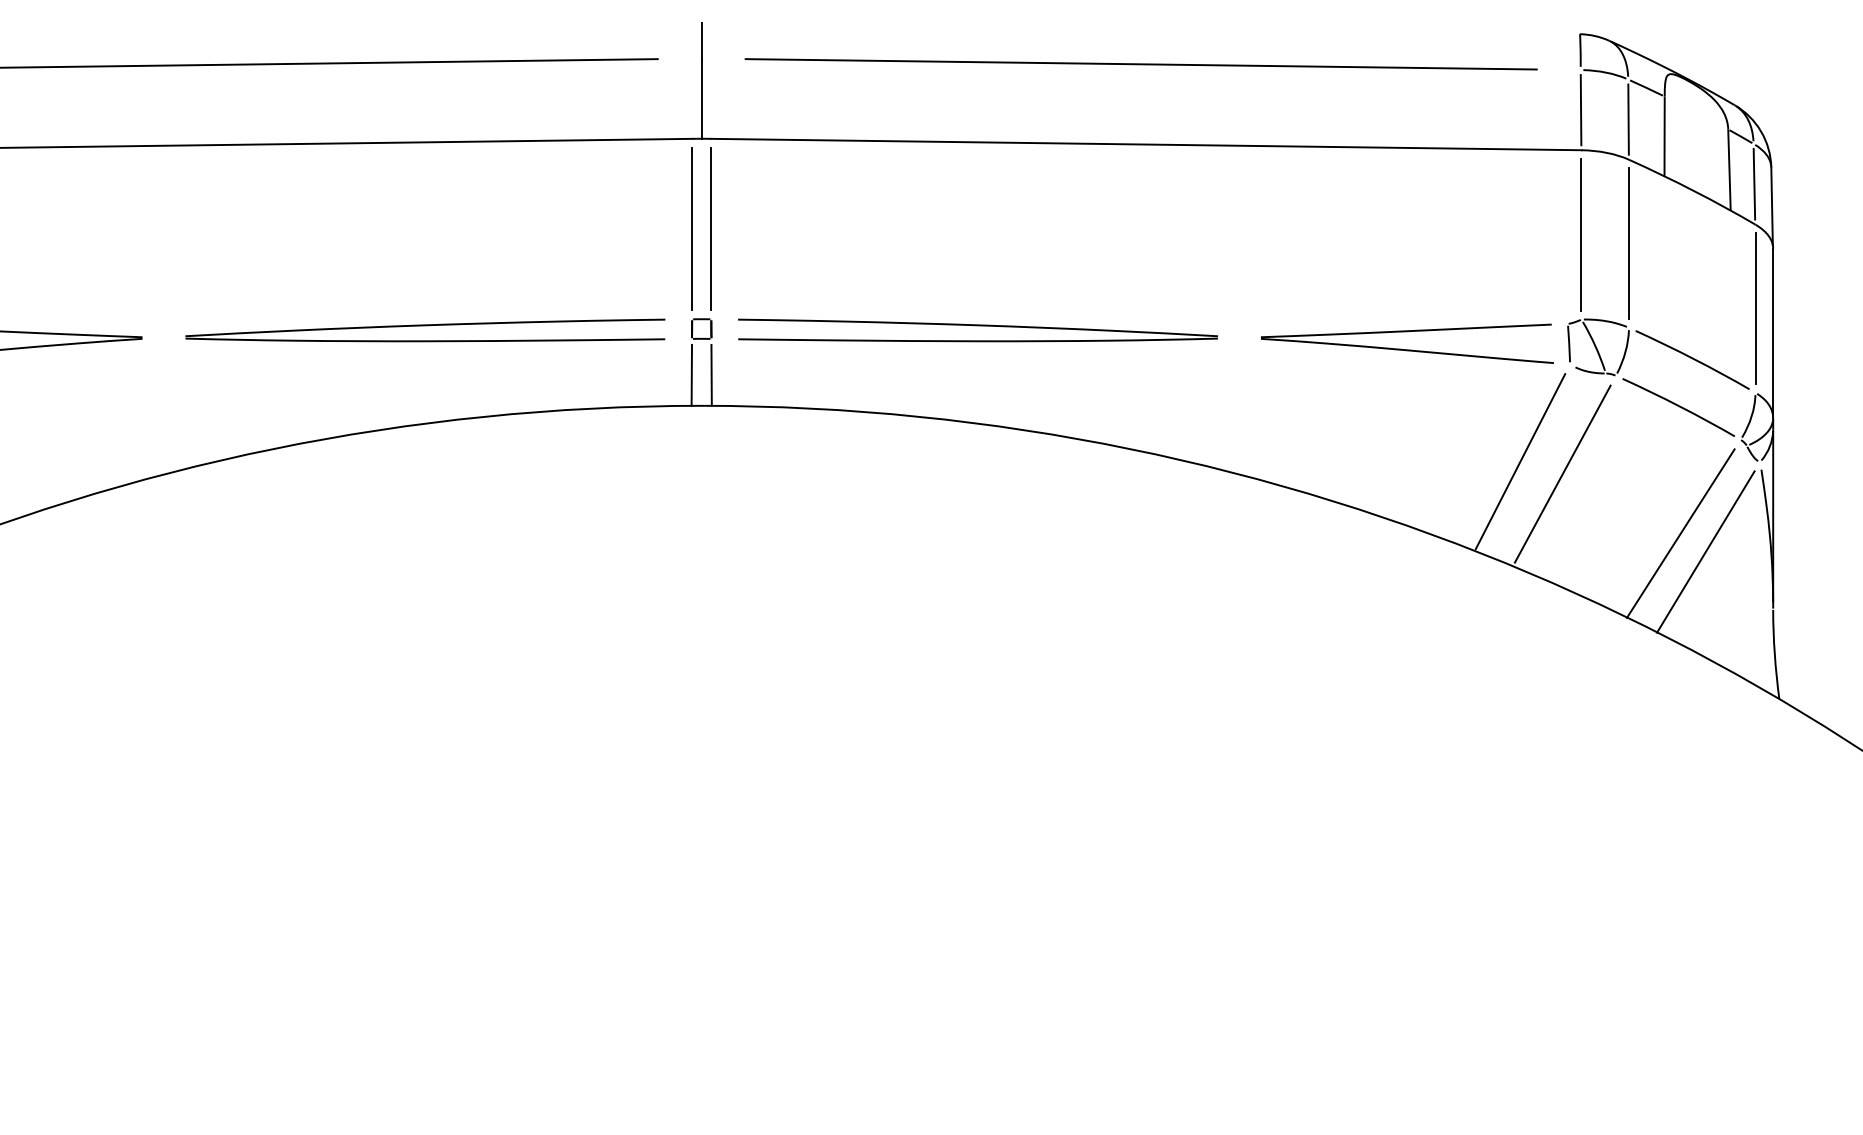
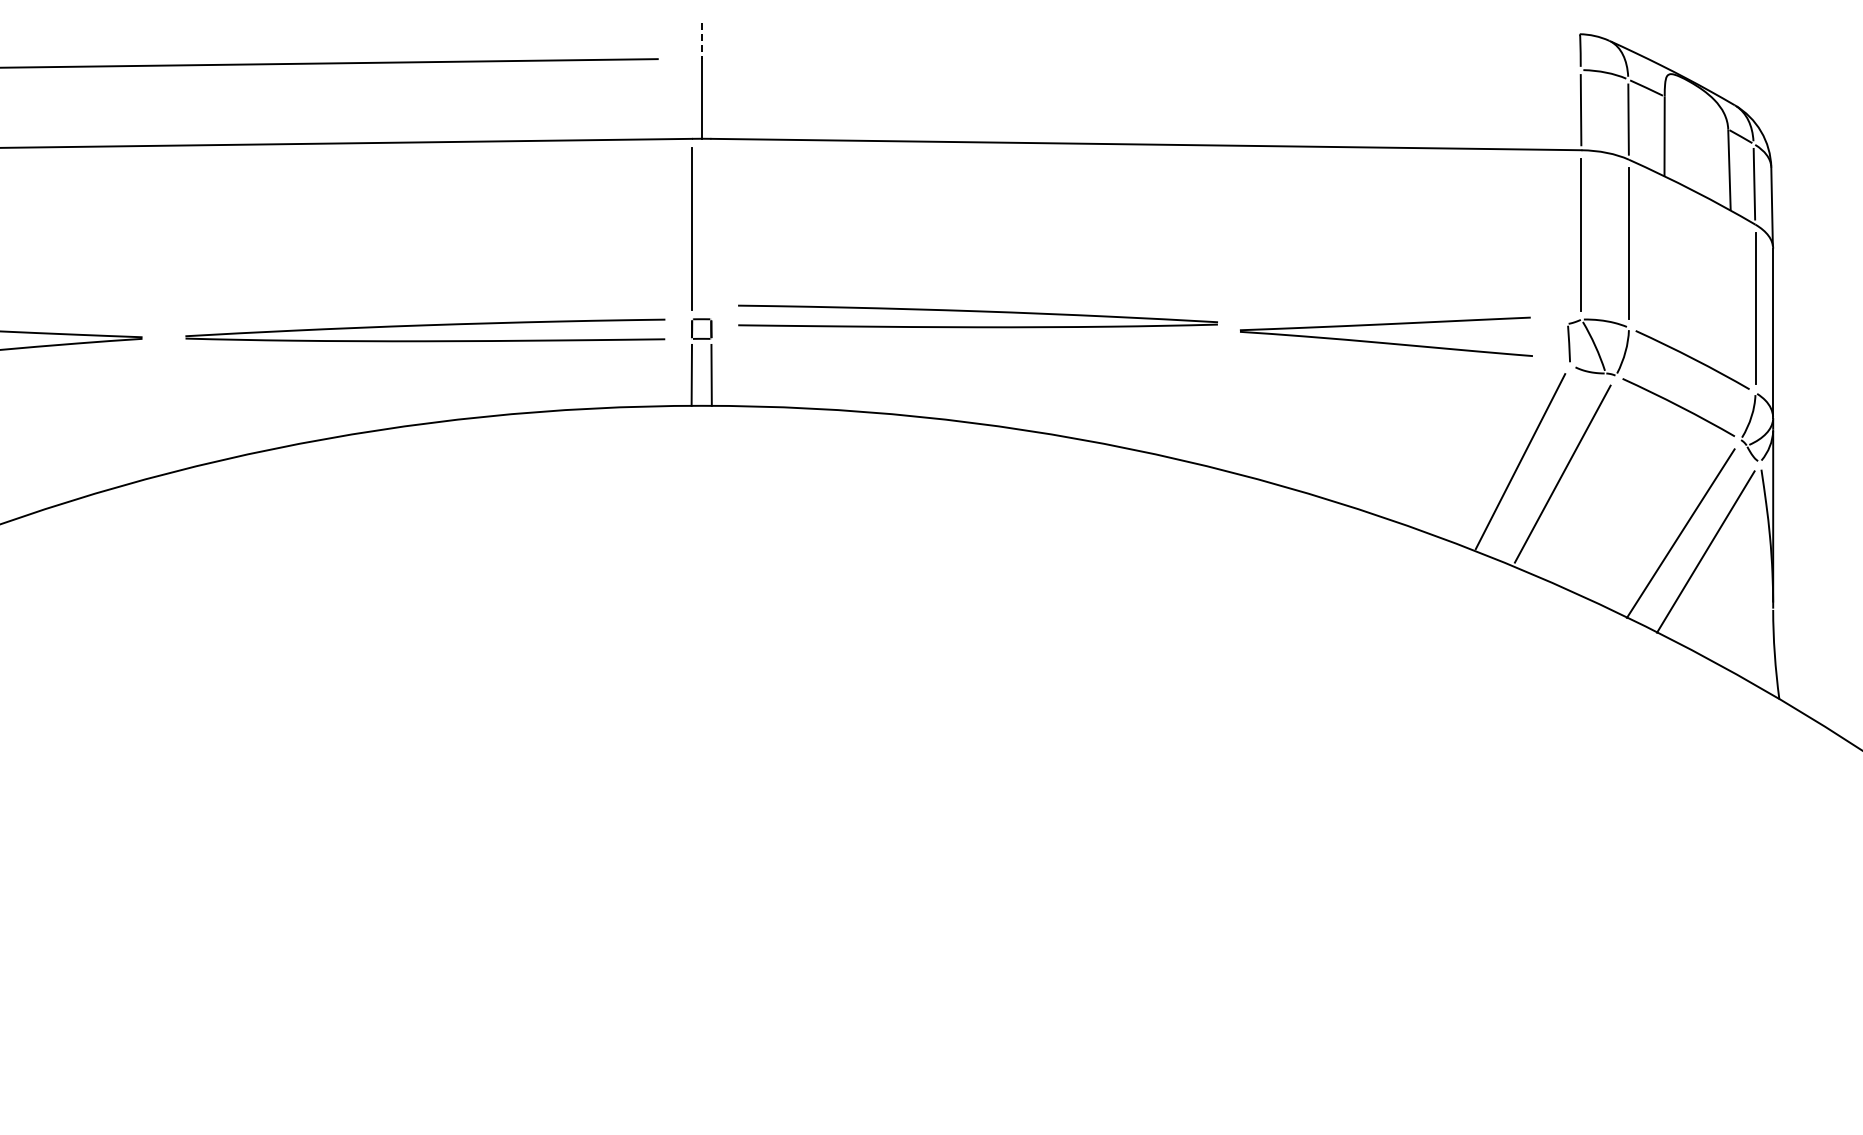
line at (701, 40): solid -> dashed
line at (1140, 64): present -> none
line at (711, 228): present -> none
part at (977, 330) position: (977, 330) -> (977, 316)
part at (1407, 343) position: (1407, 343) -> (1386, 336)
